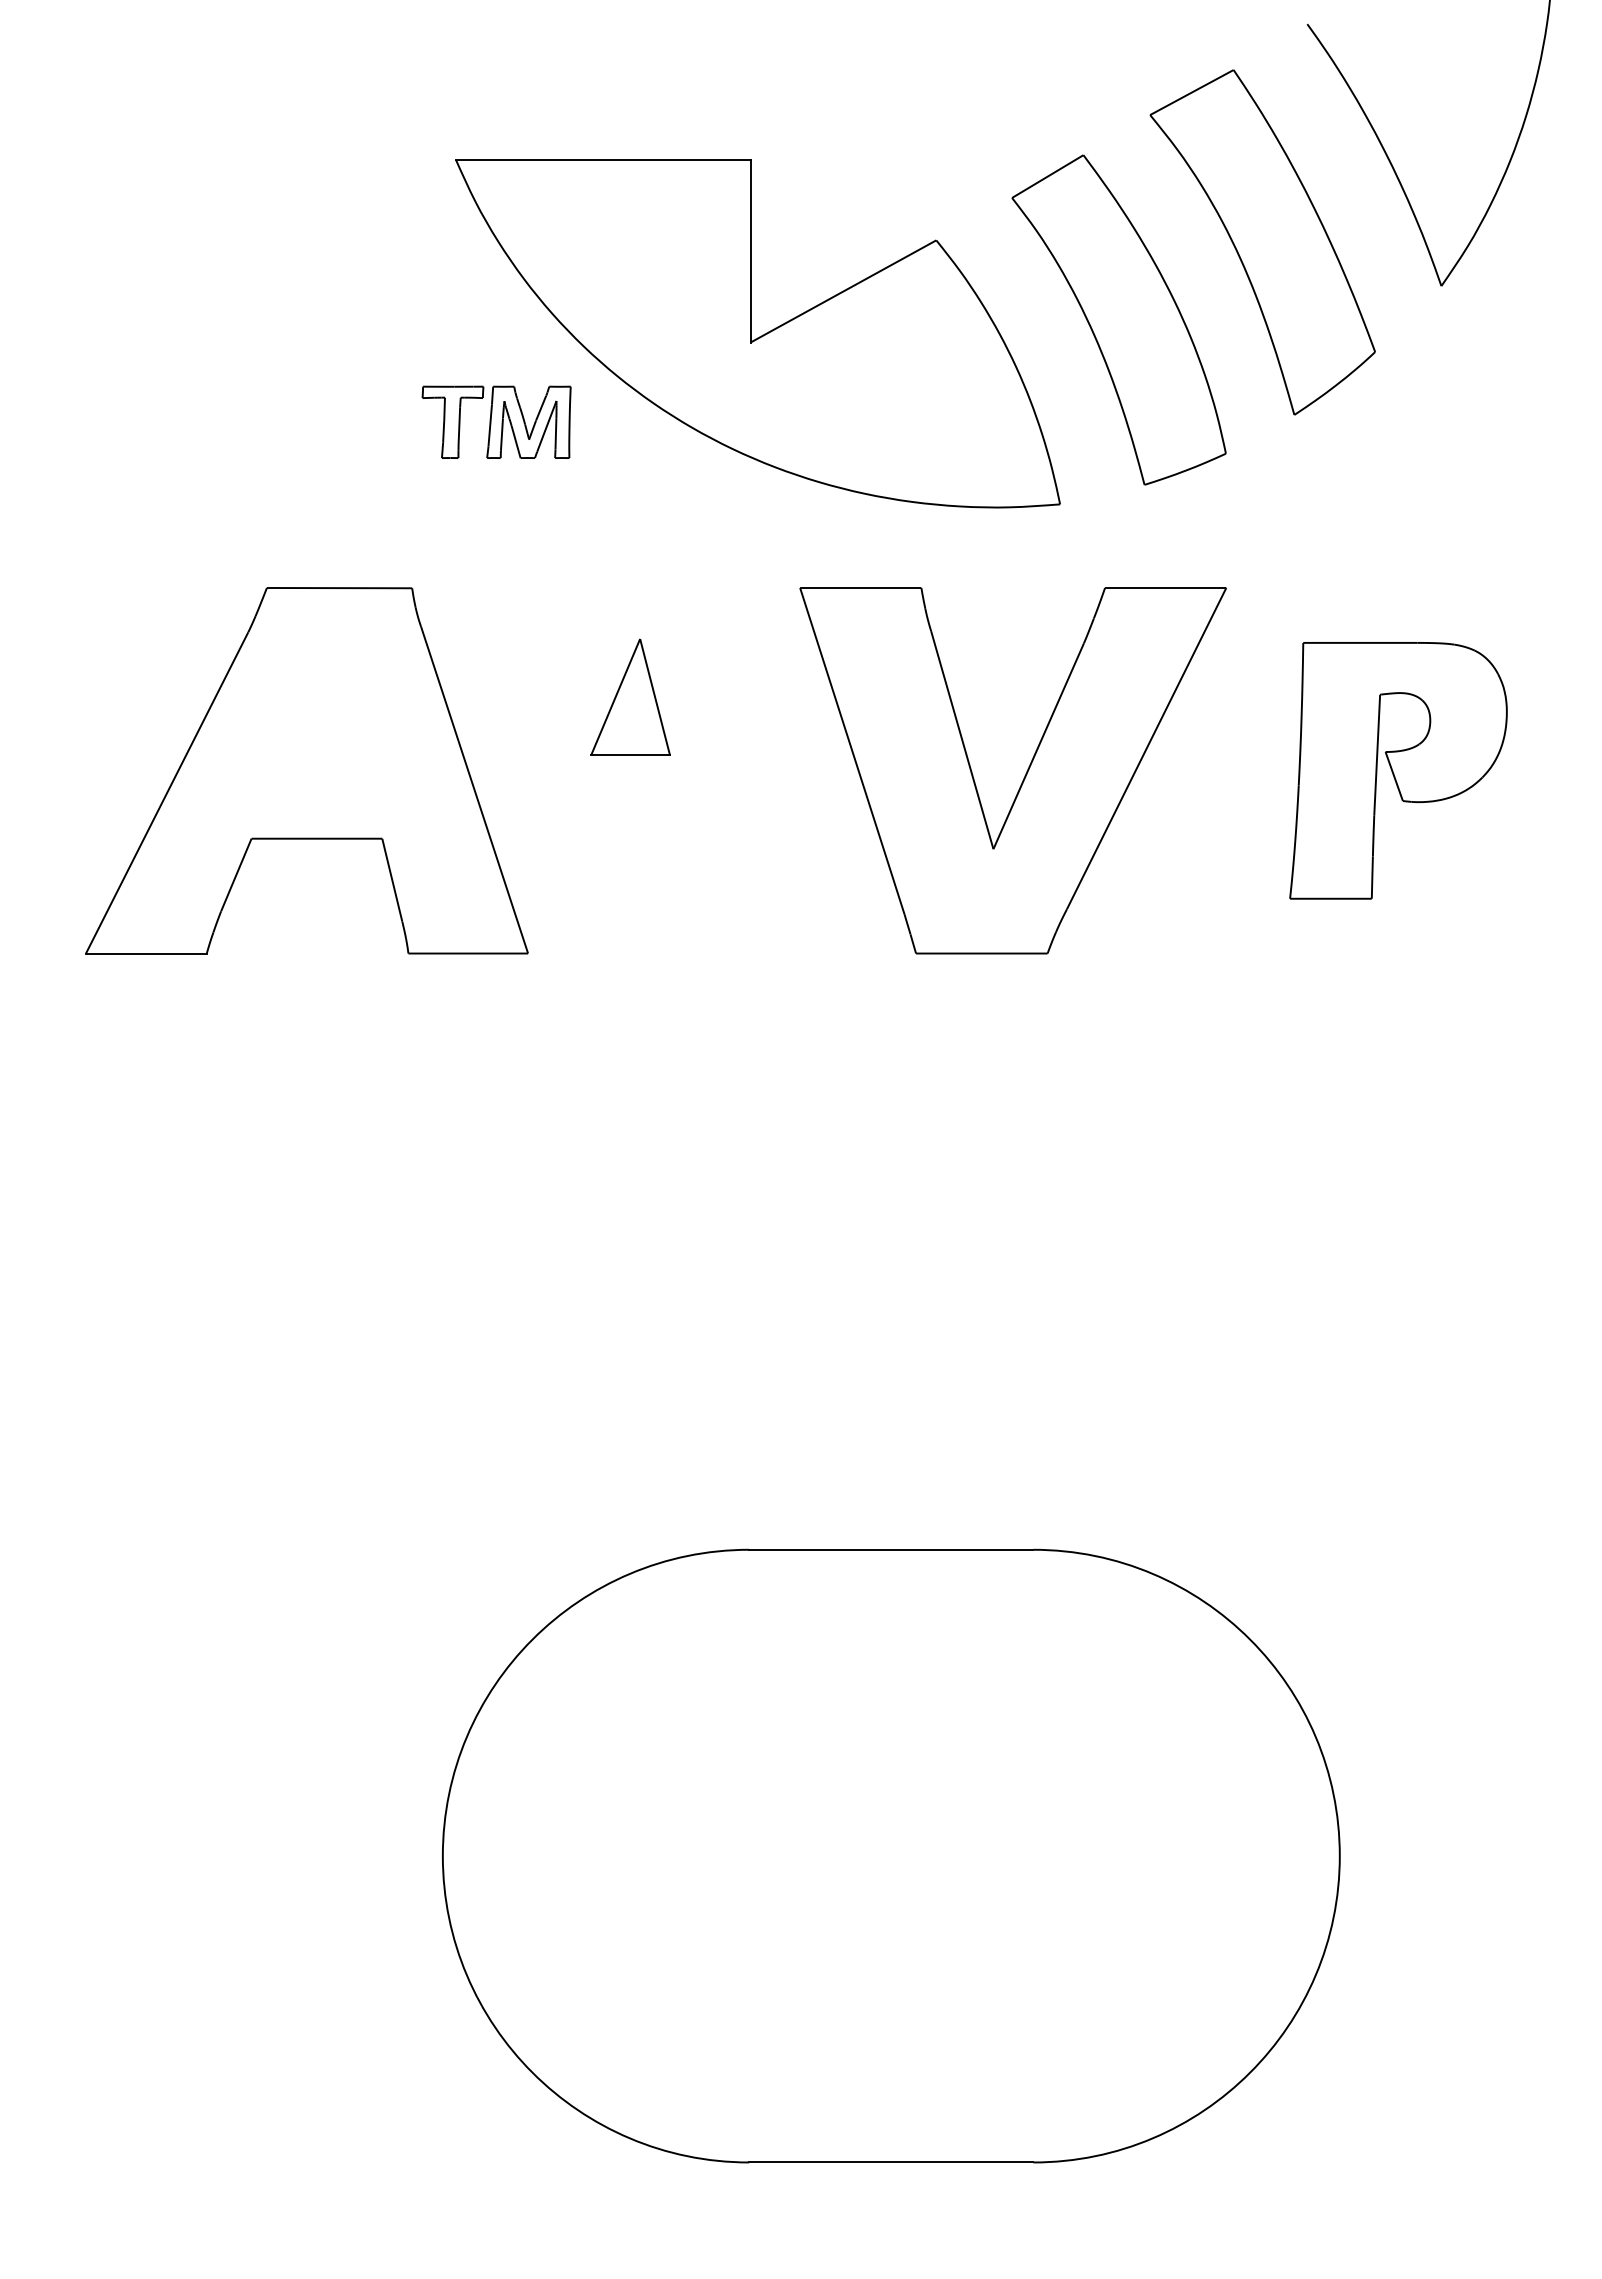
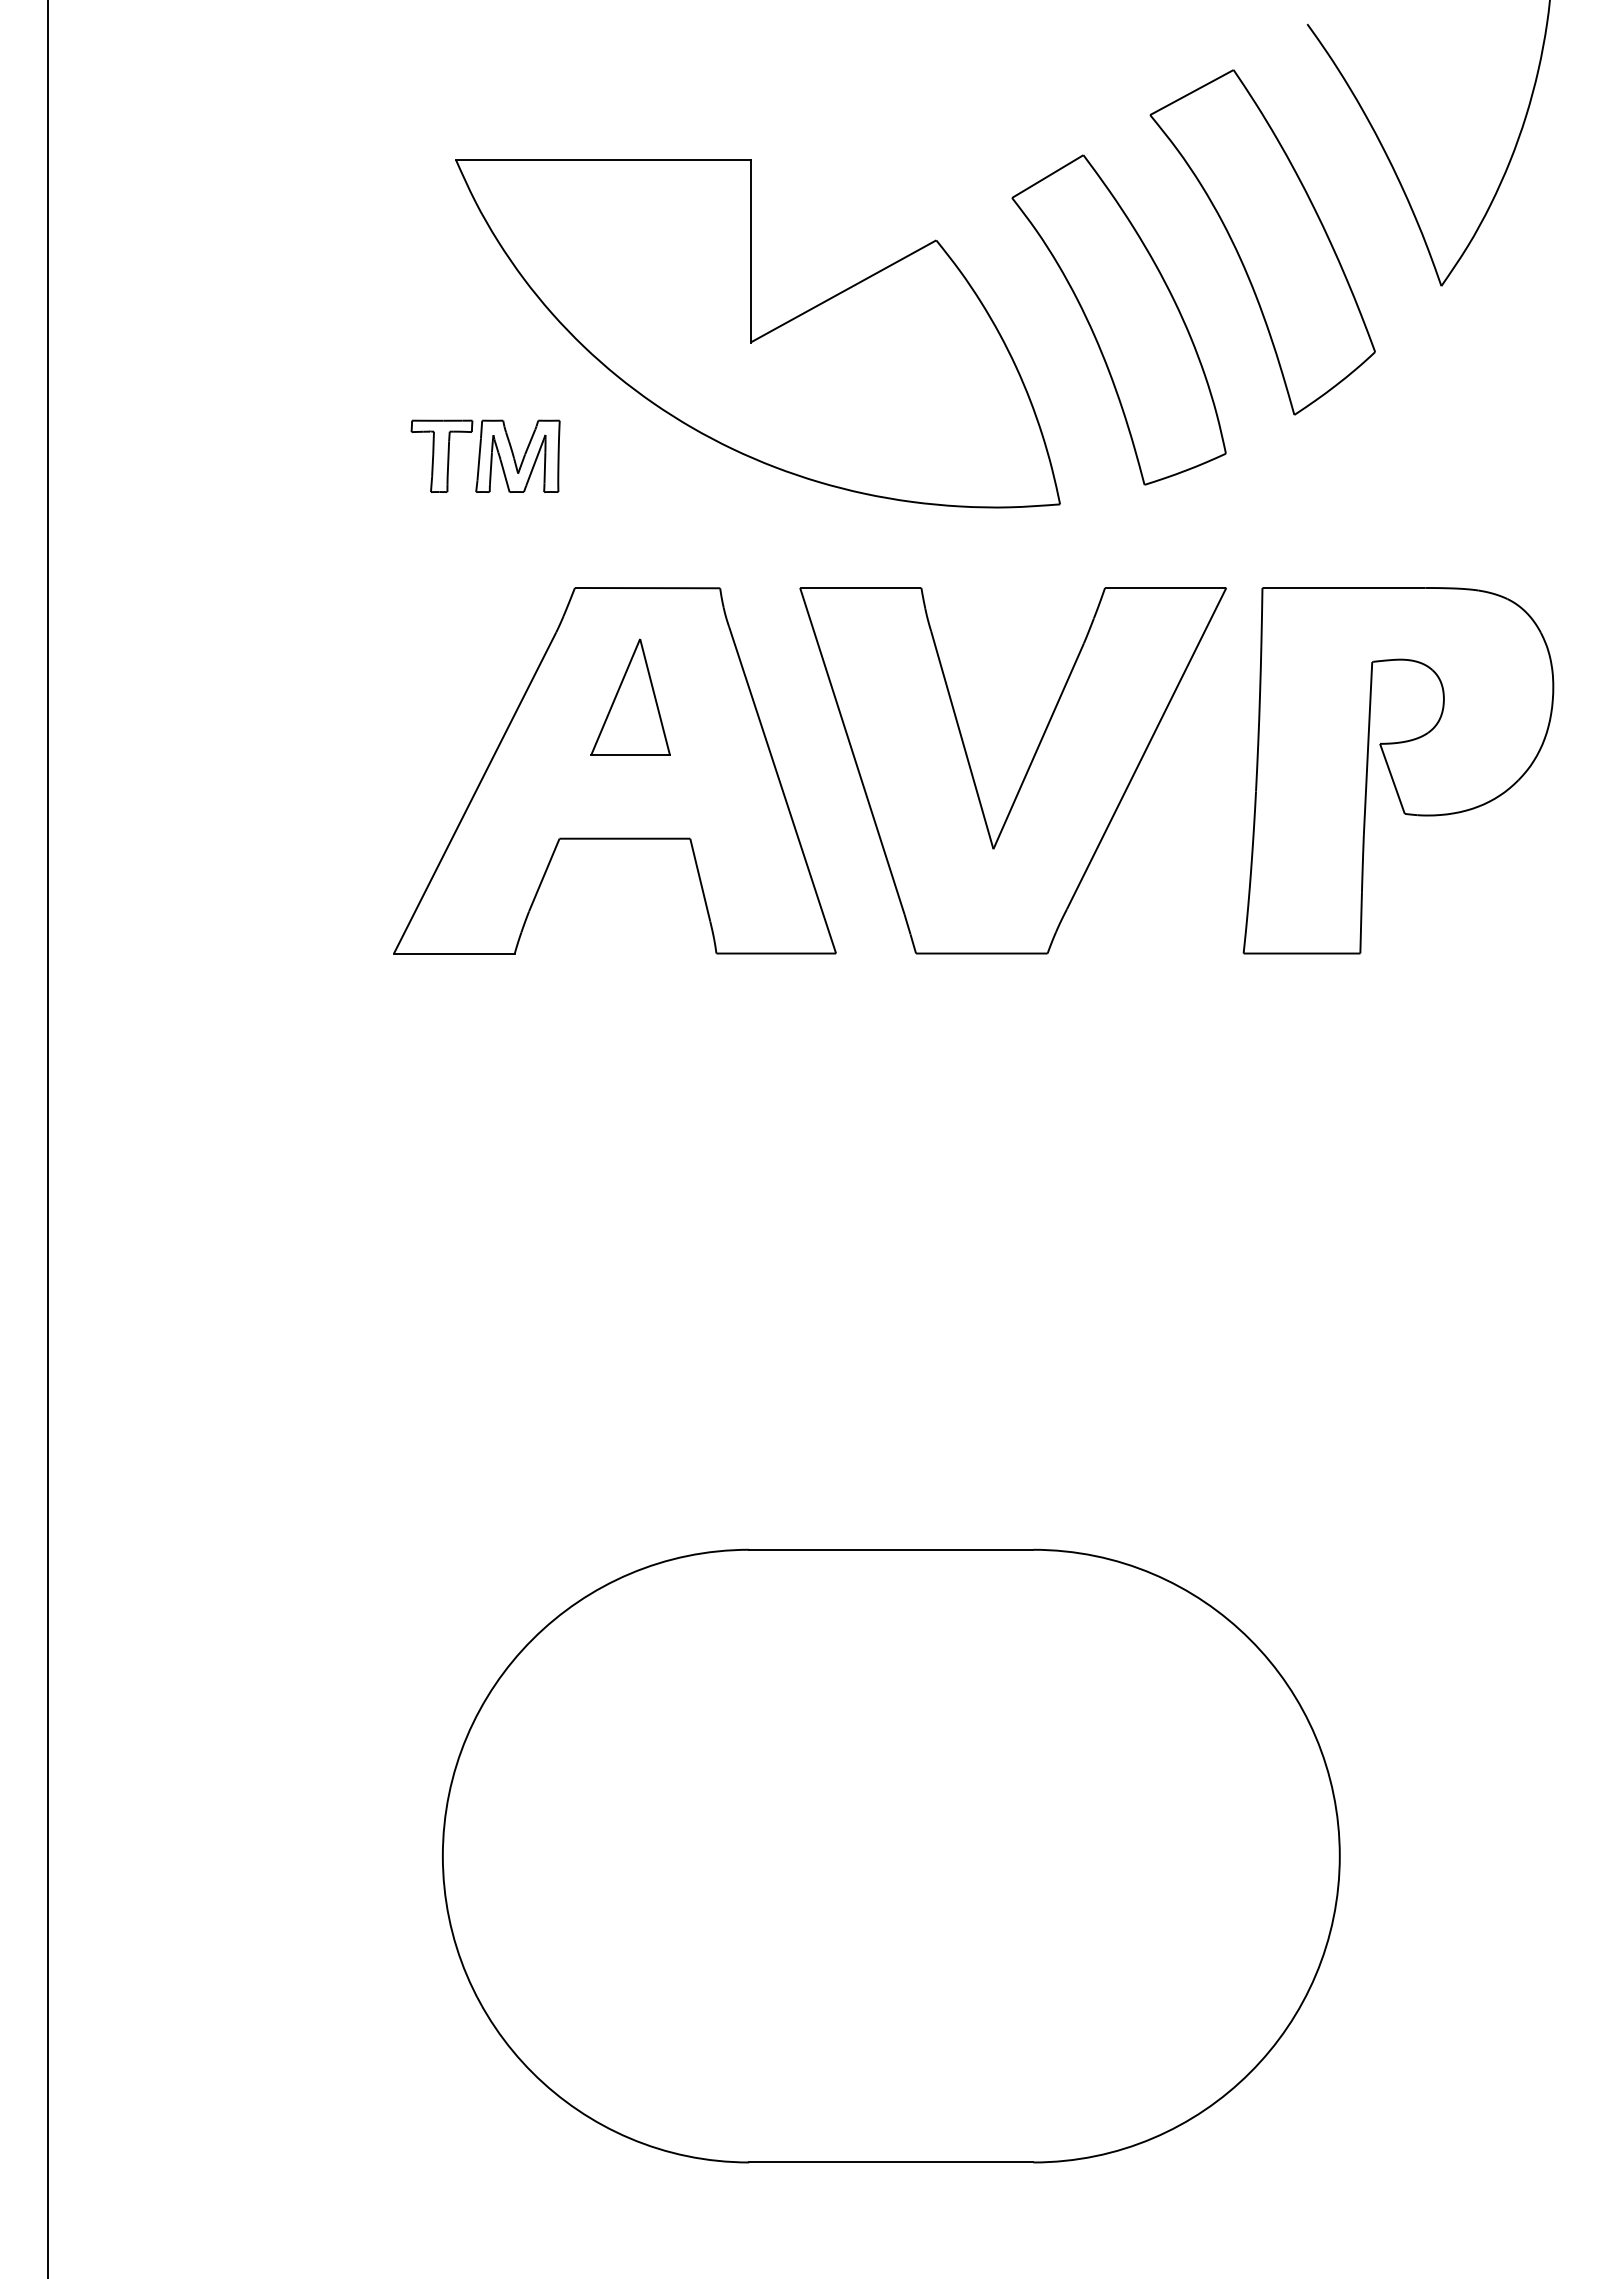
part at (496, 421) position: (496, 421) -> (485, 455)
part at (306, 770) position: (306, 770) -> (614, 770)
part at (1398, 770) size: 219x258 px -> 313x368 px
line at (48, 1138): none -> present
